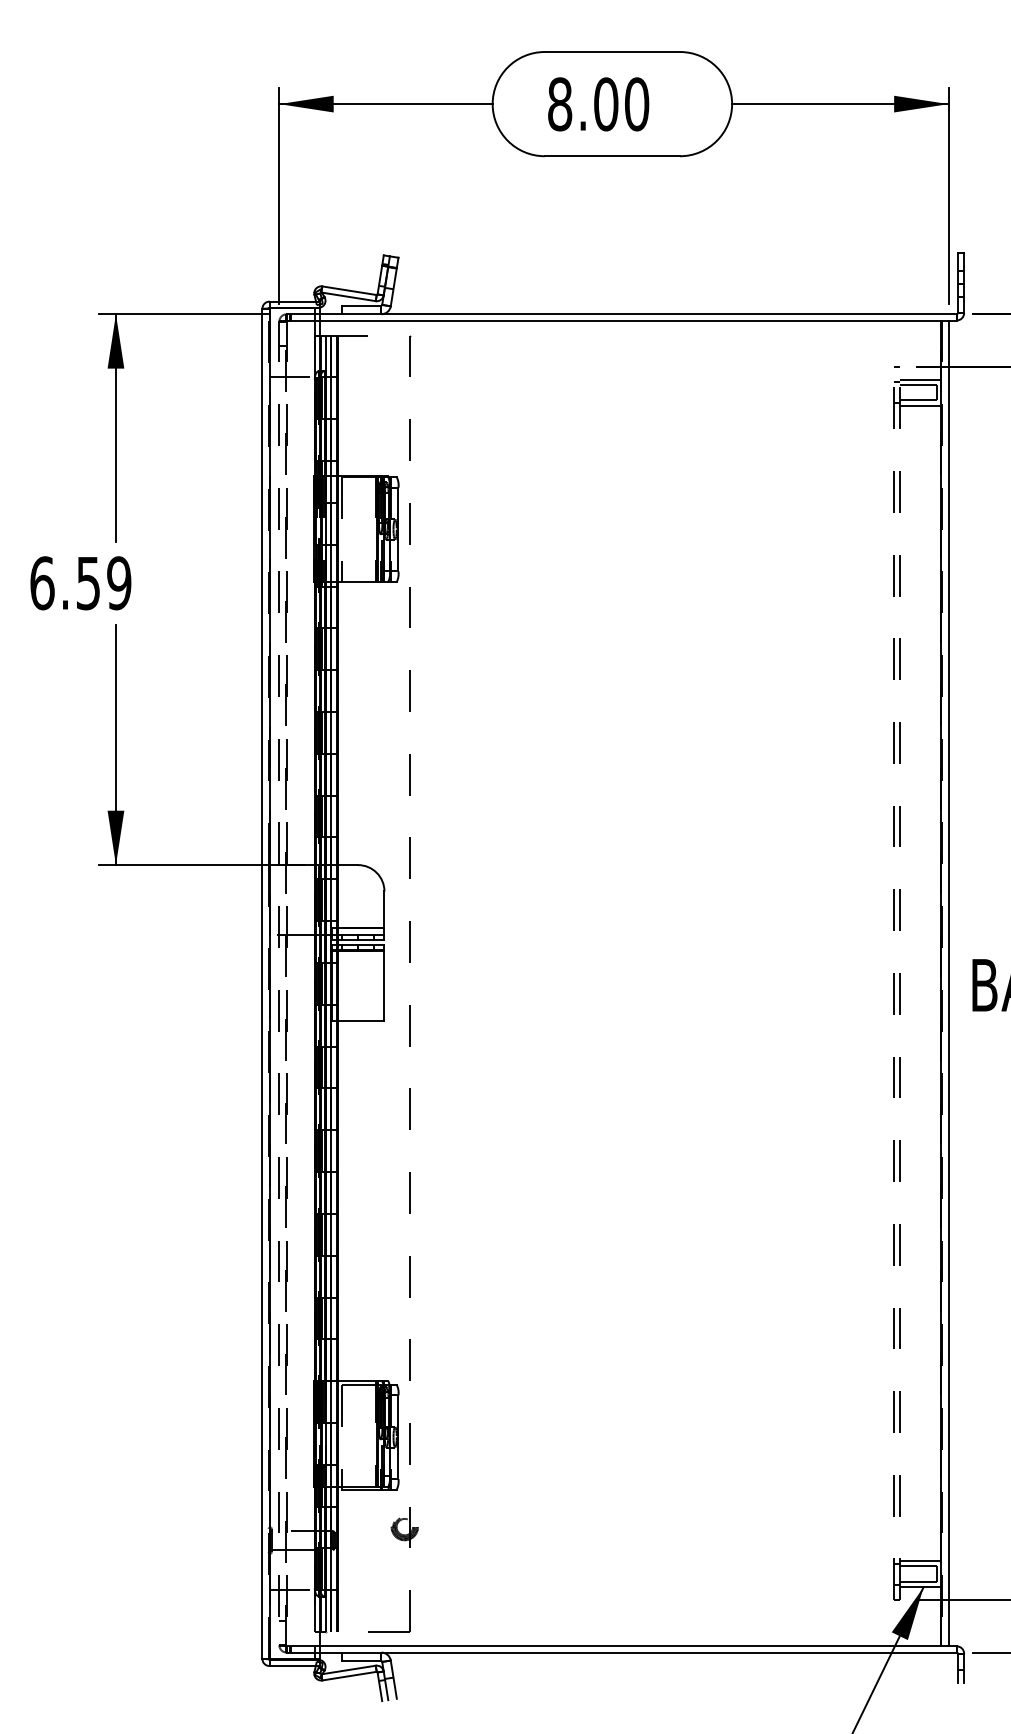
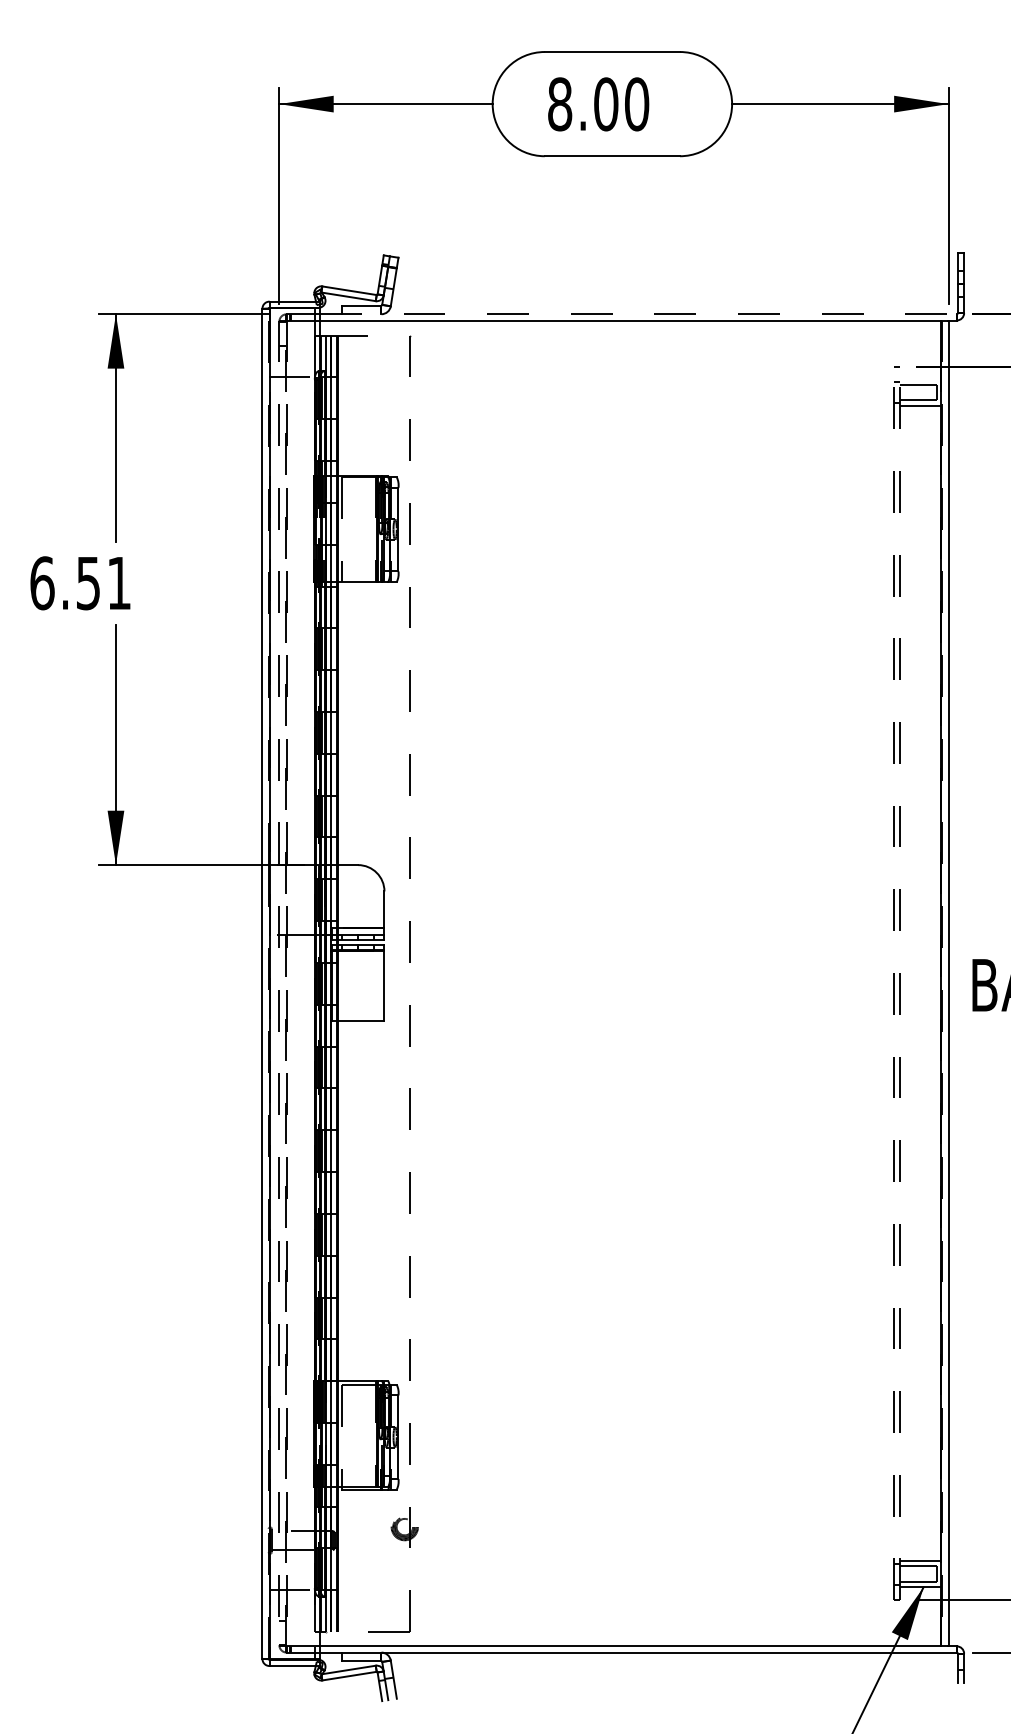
line at (638, 314): solid -> dashed
line at (921, 379): present -> none
text at (119, 583): 6.59 -> 6.51
